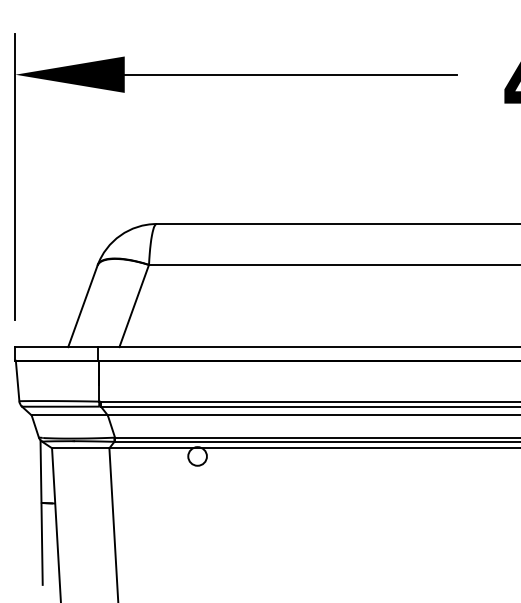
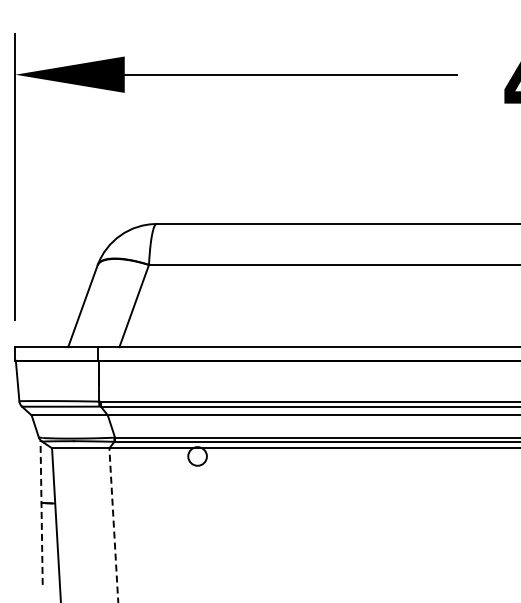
line at (41, 512): solid -> dashed
line at (113, 525): solid -> dashed
